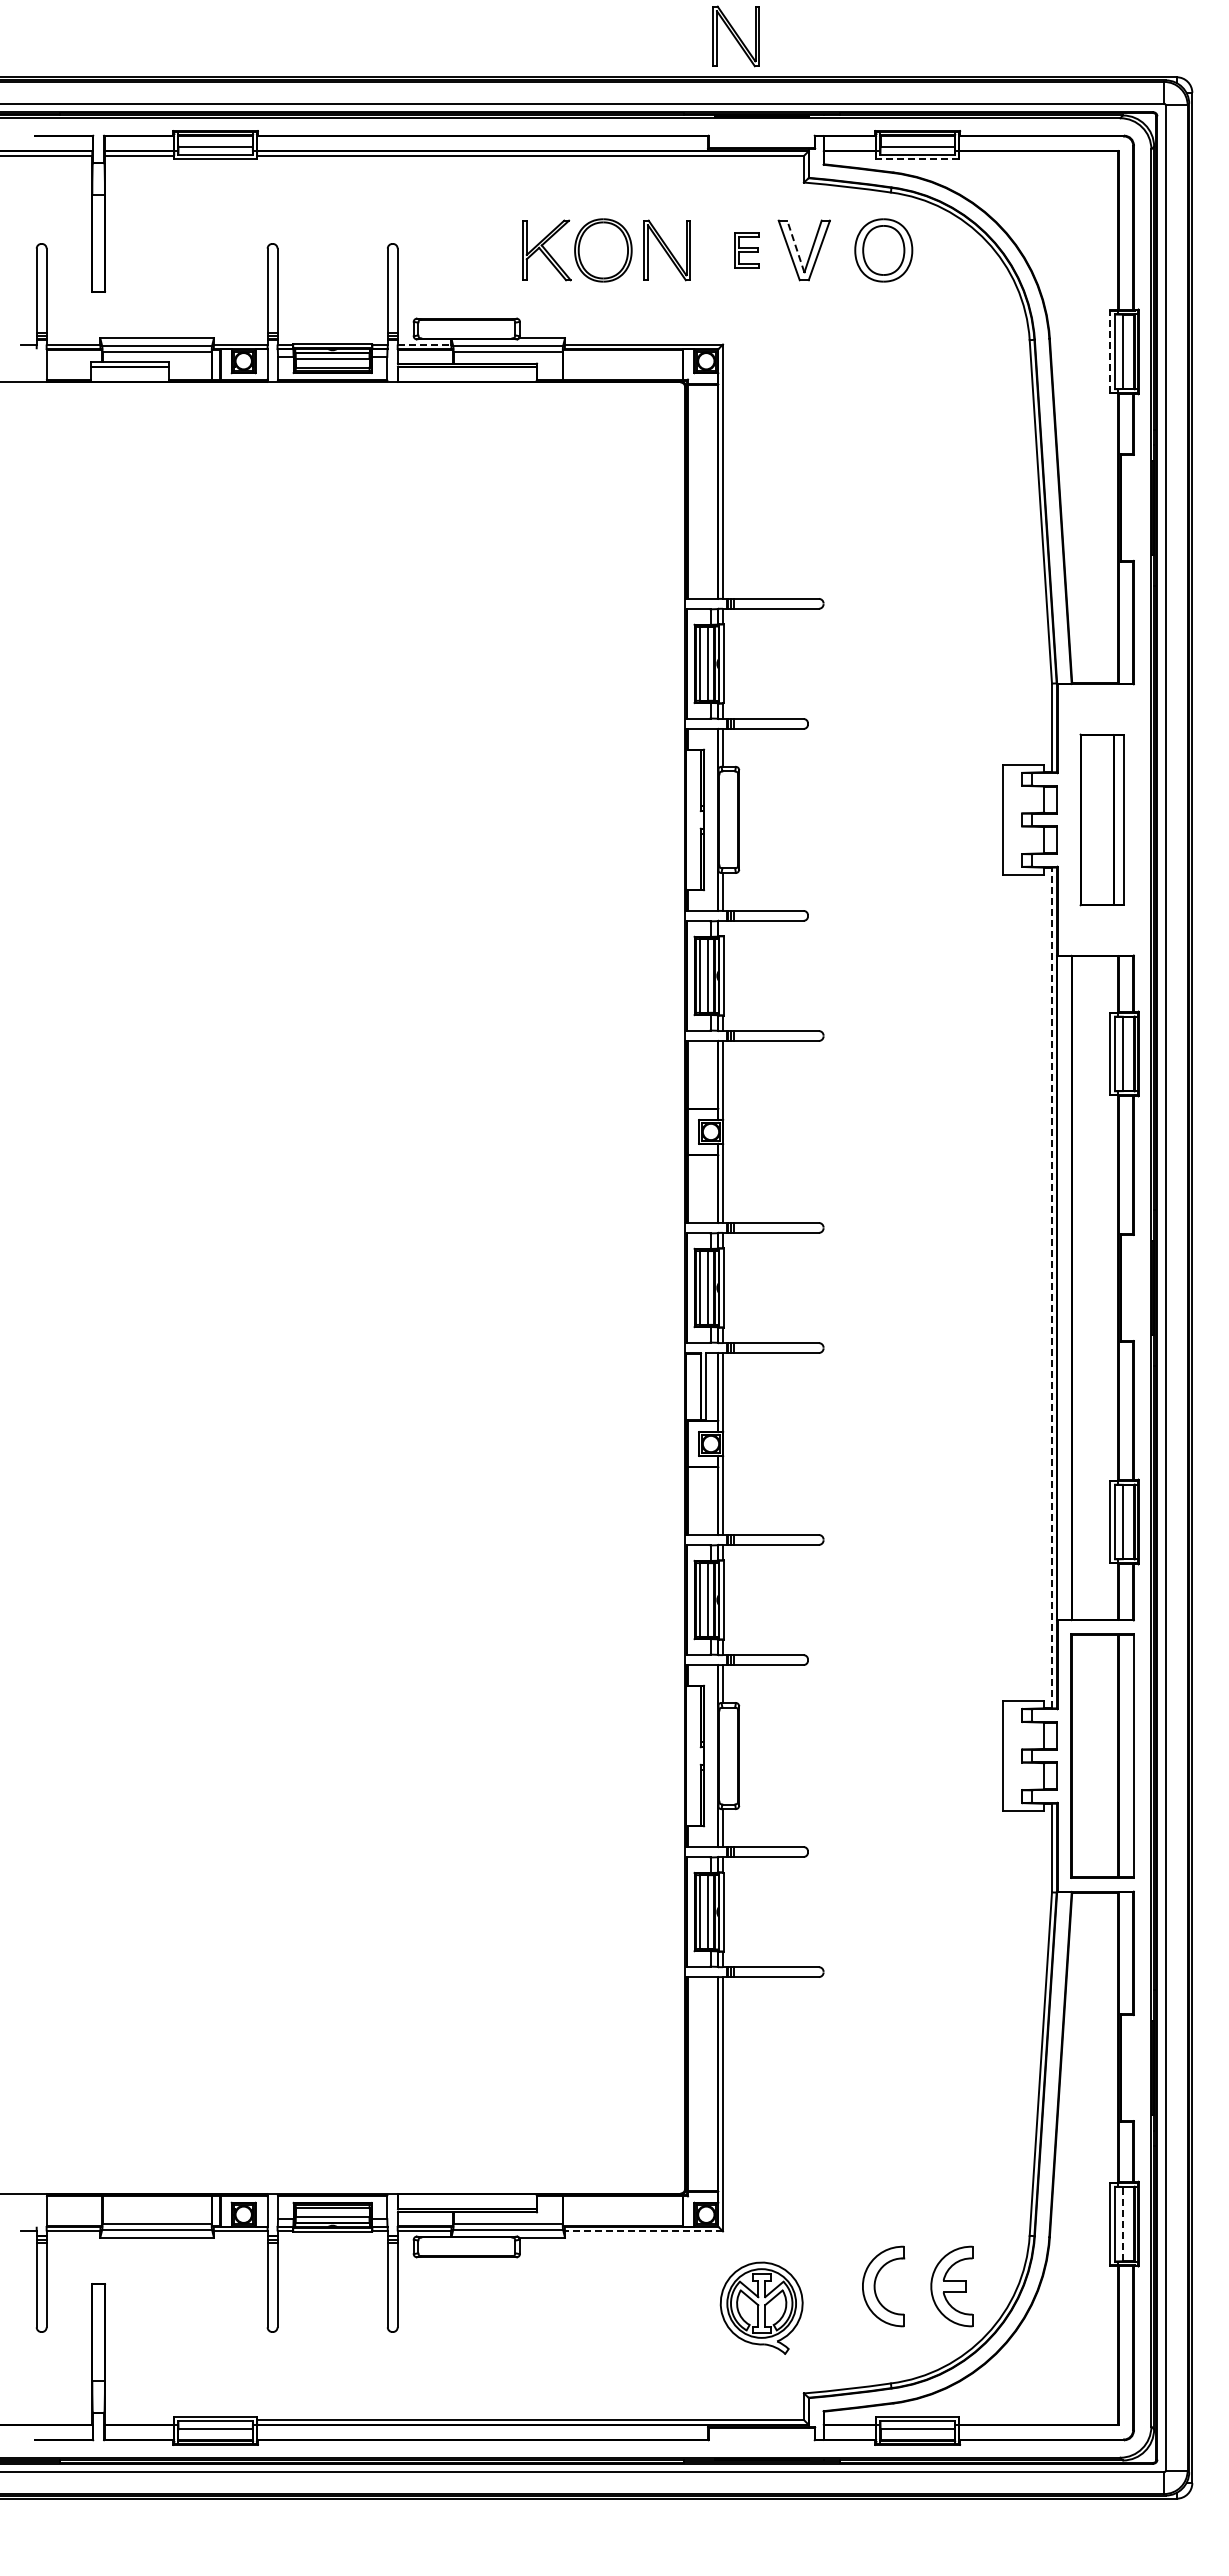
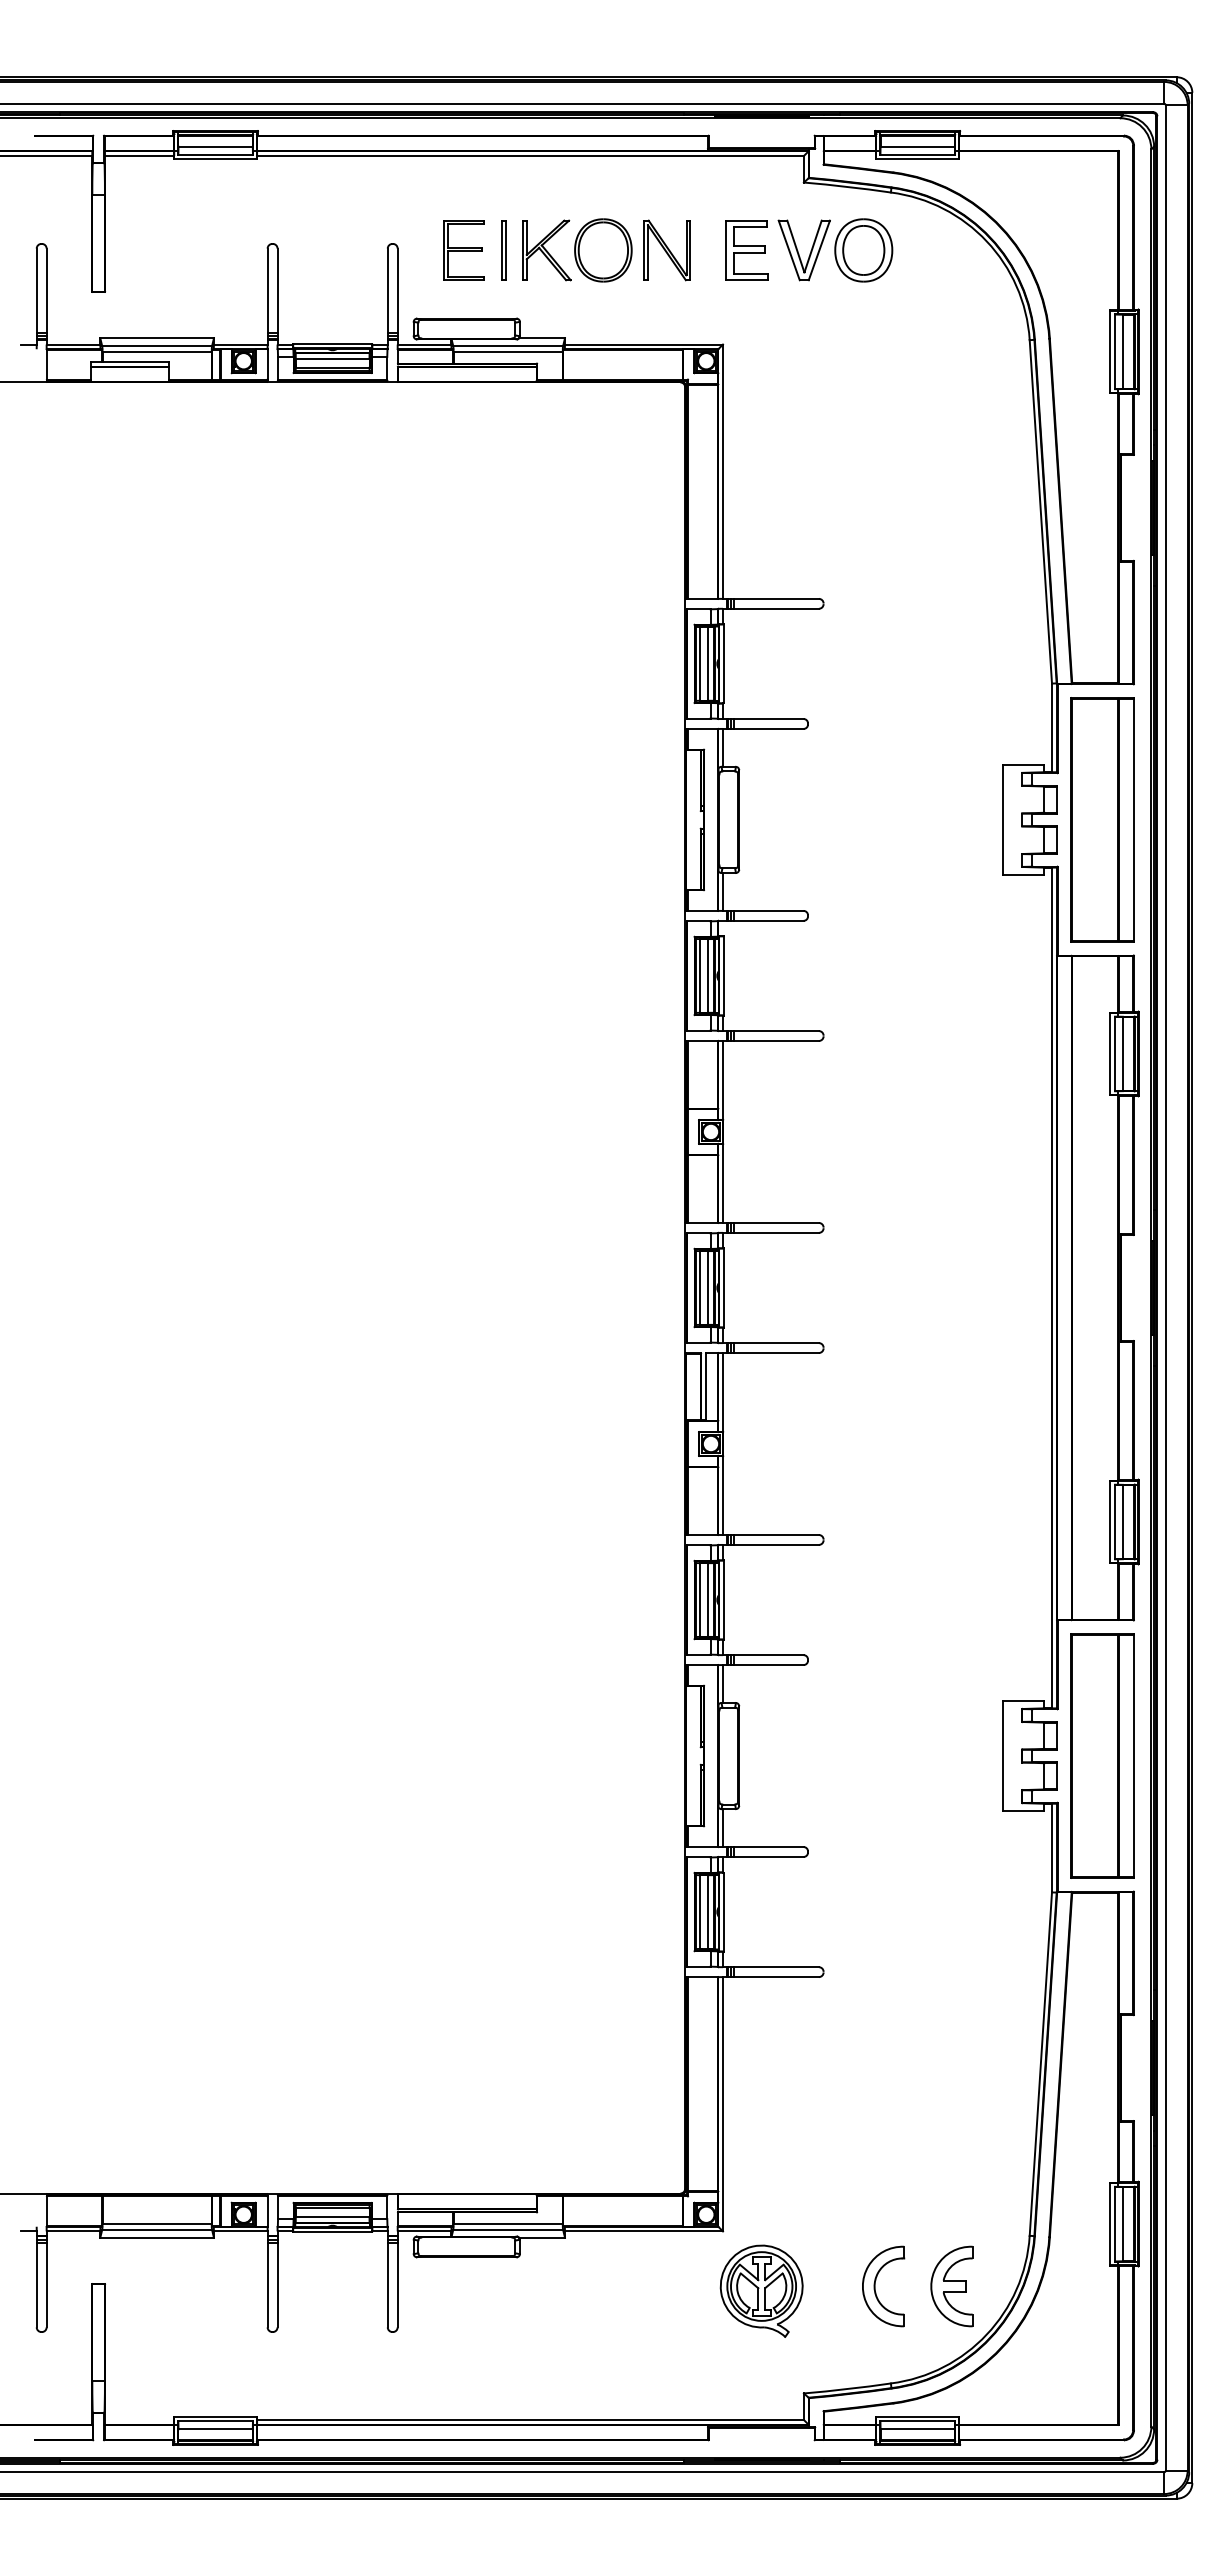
part at (735, 36): present -> none
line at (917, 159): dashed -> solid
line at (795, 246): dashed -> solid
part at (463, 250): none -> present
part at (503, 250): none -> present
part at (746, 250) size: 26x37 px -> 44x61 px
part at (883, 250) position: (883, 250) -> (863, 250)
line at (424, 344): dashed -> solid
line at (1110, 351): dashed -> solid
part at (1101, 819) size: 46x174 px -> 65x246 px
line at (1052, 1287): dashed -> solid
line at (1122, 2223): dashed -> solid
line at (643, 2231): dashed -> solid
part at (761, 2307) position: (761, 2307) -> (761, 2290)
